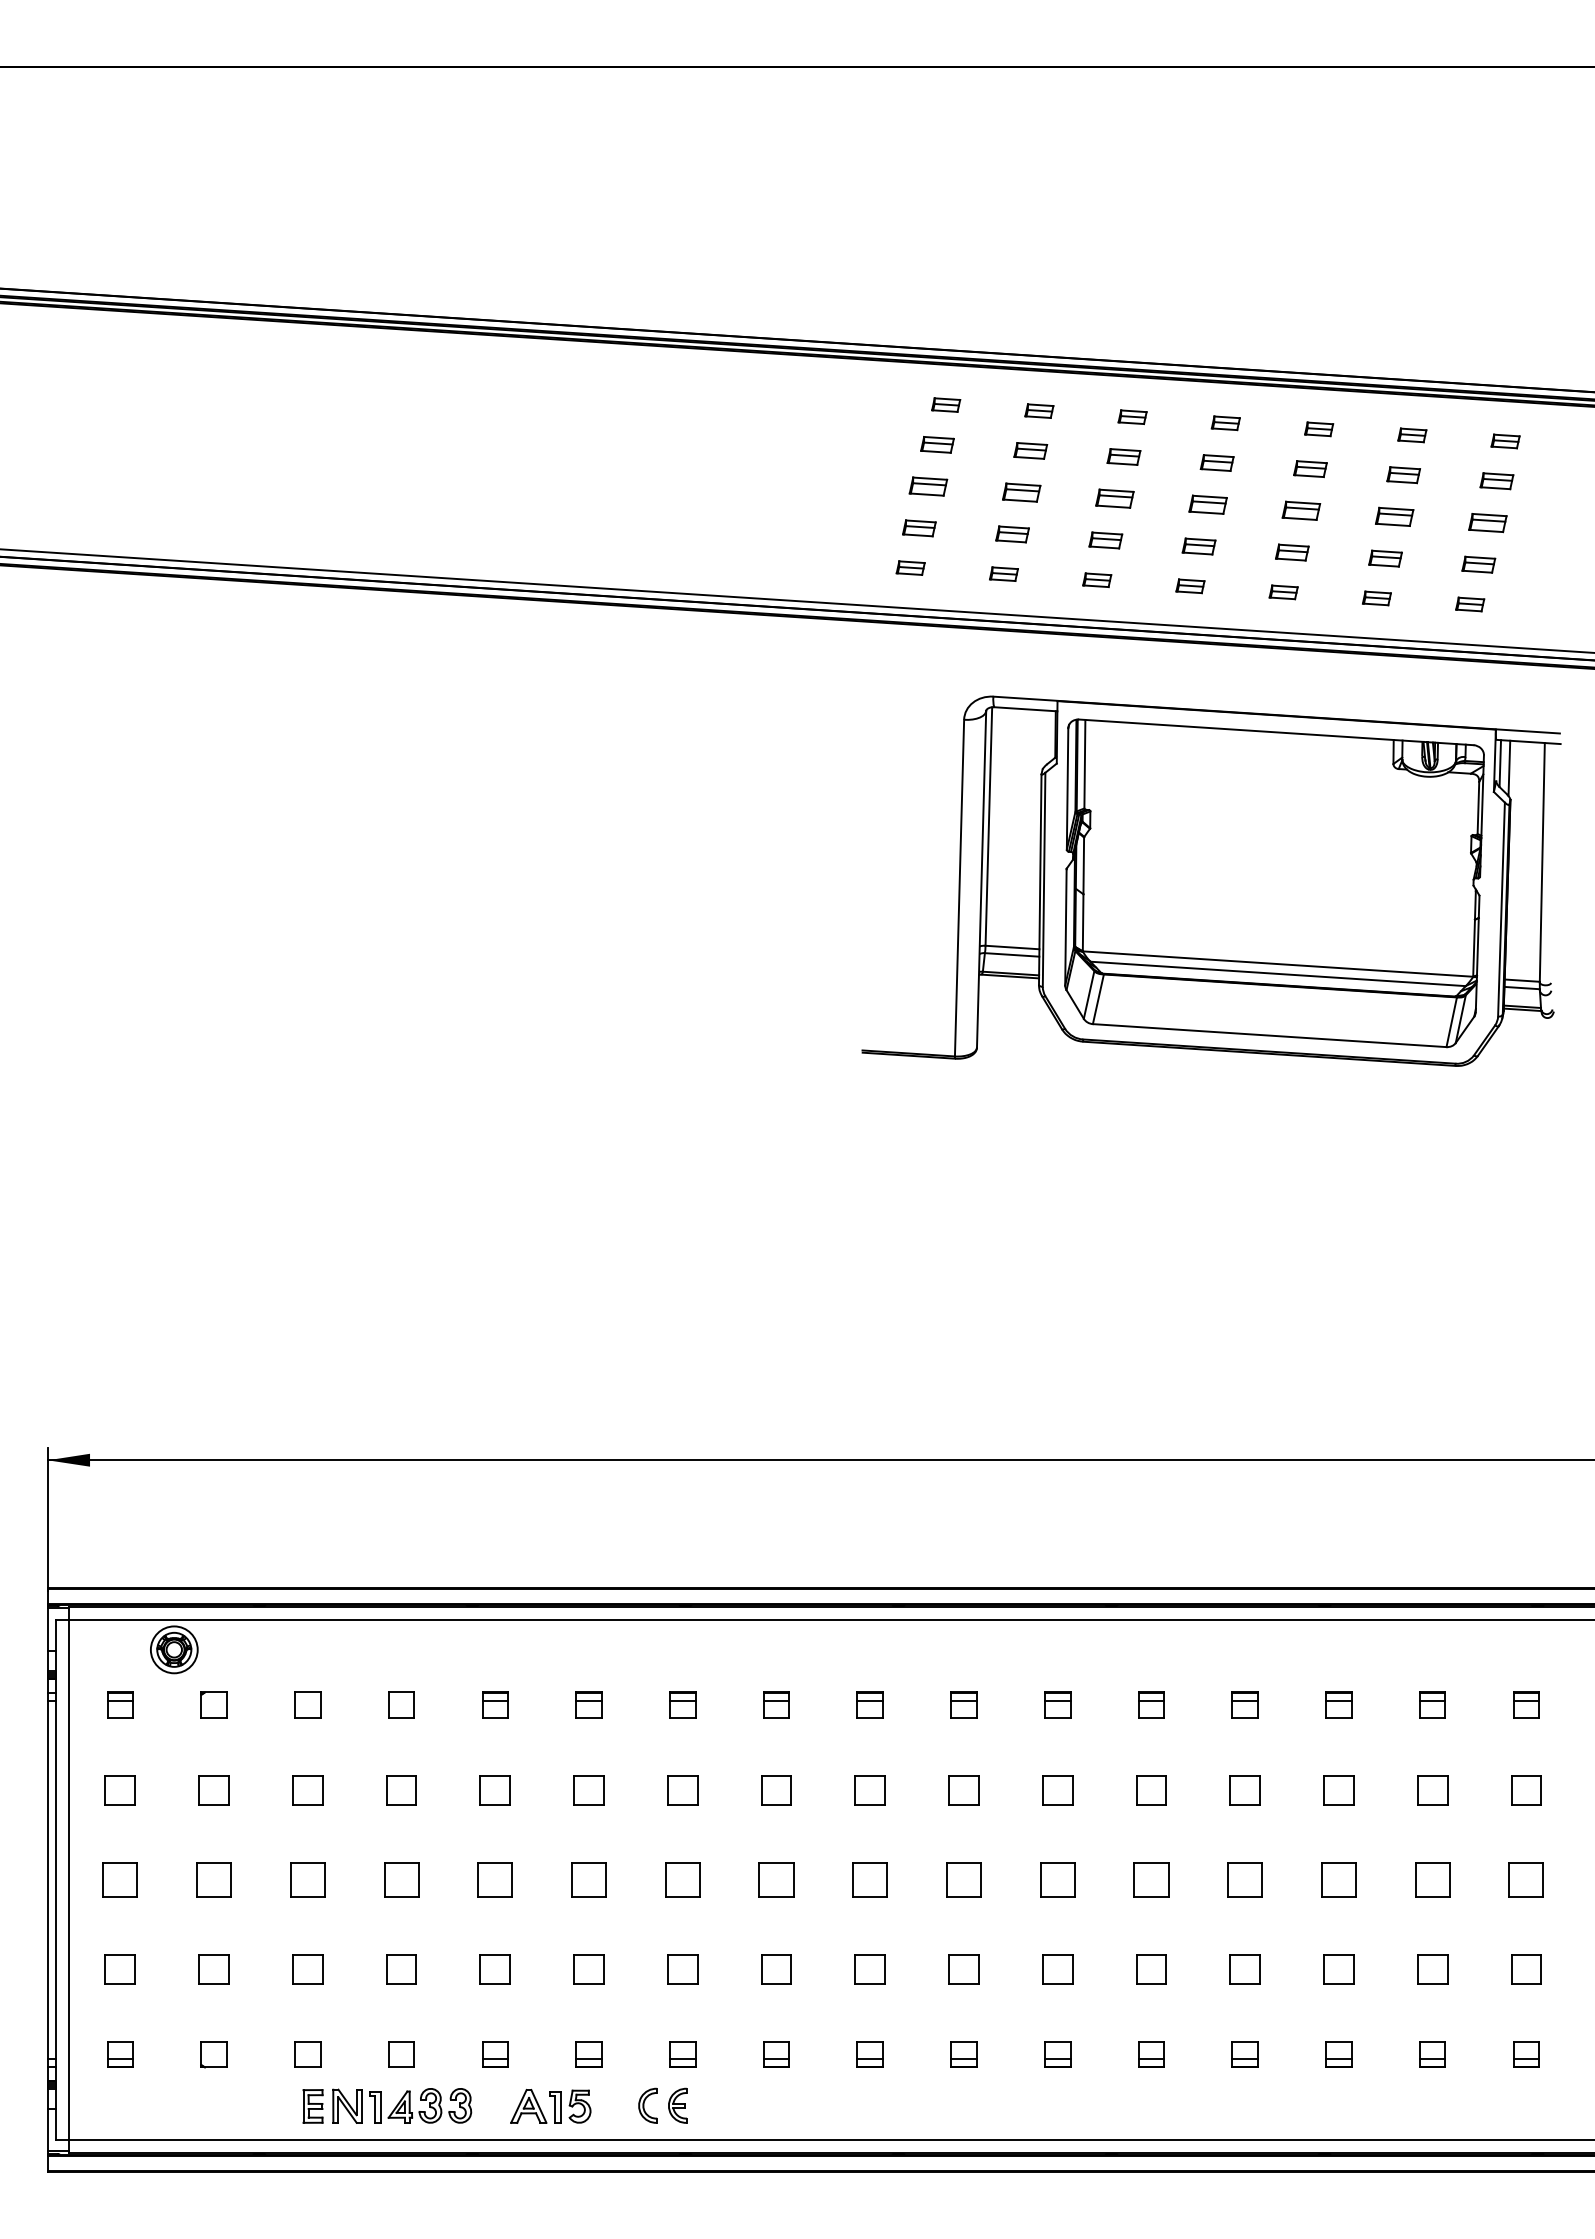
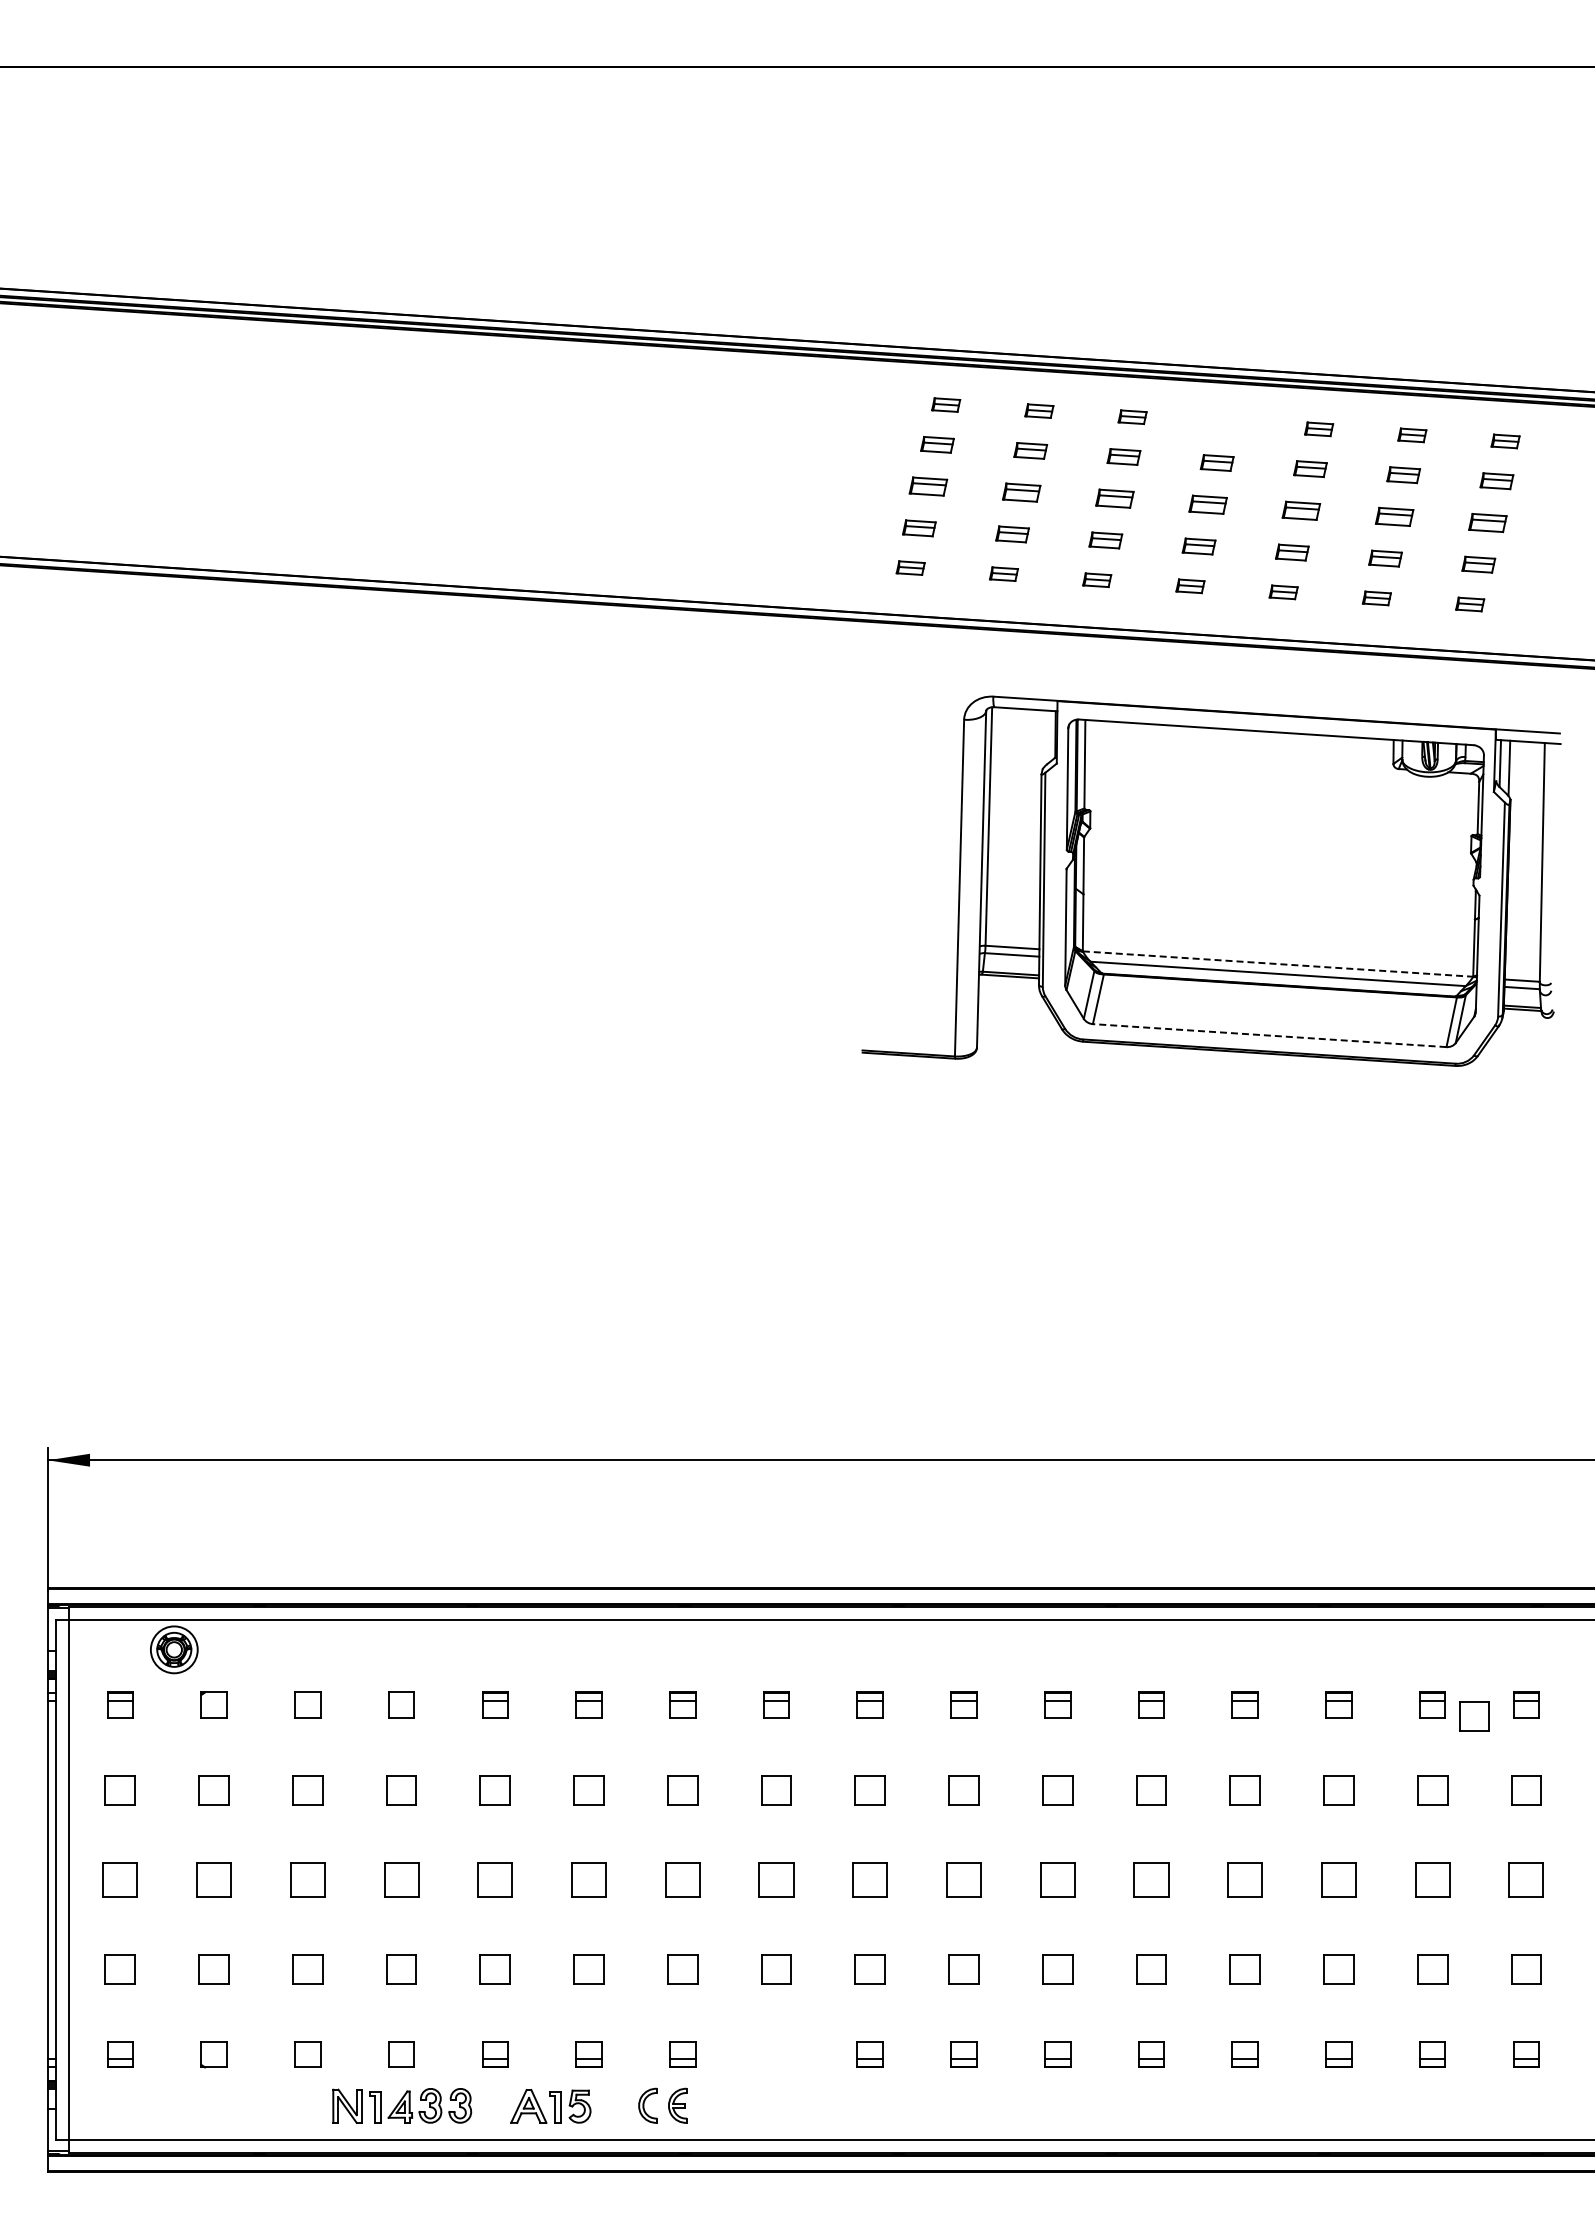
part at (1225, 423): present -> none
line at (796, 600): present -> none
line at (1278, 964): solid -> dashed
line at (1269, 1035): solid -> dashed
part at (1474, 1716): none -> present
part at (776, 2054): present -> none
part at (312, 2106): present -> none
